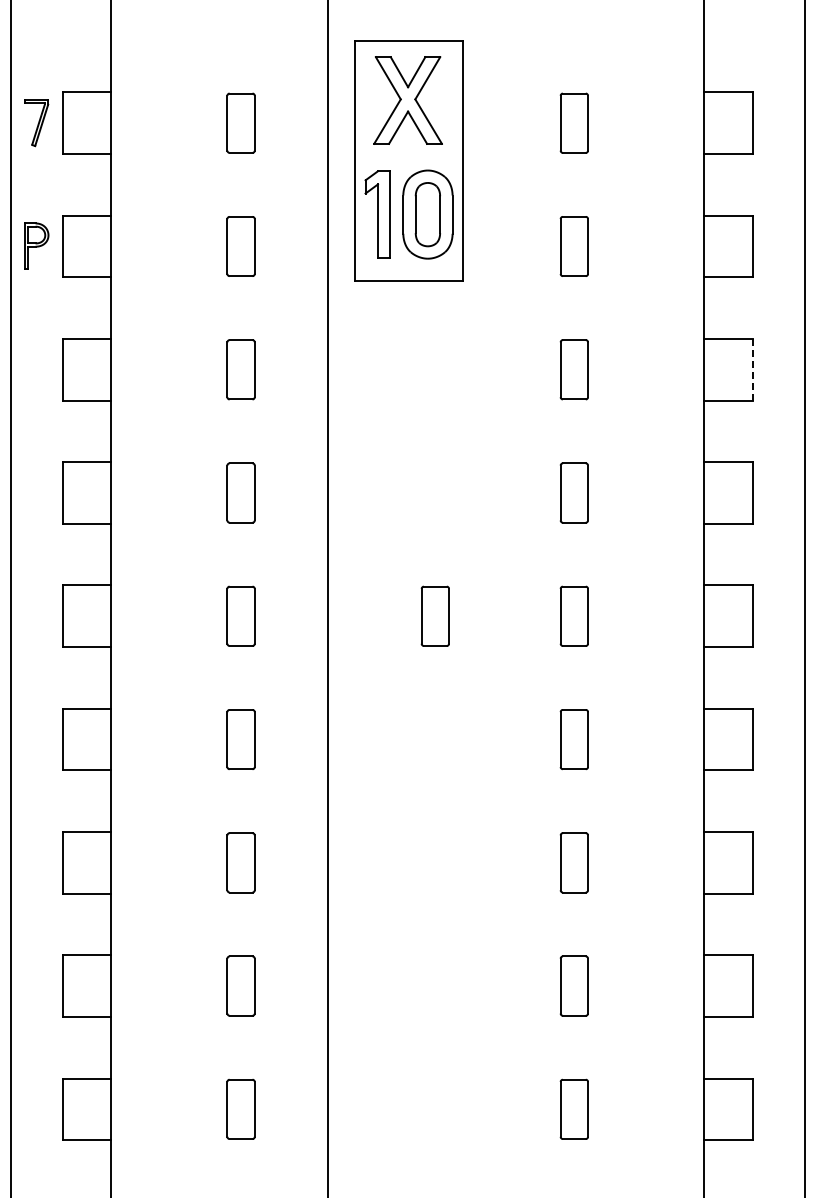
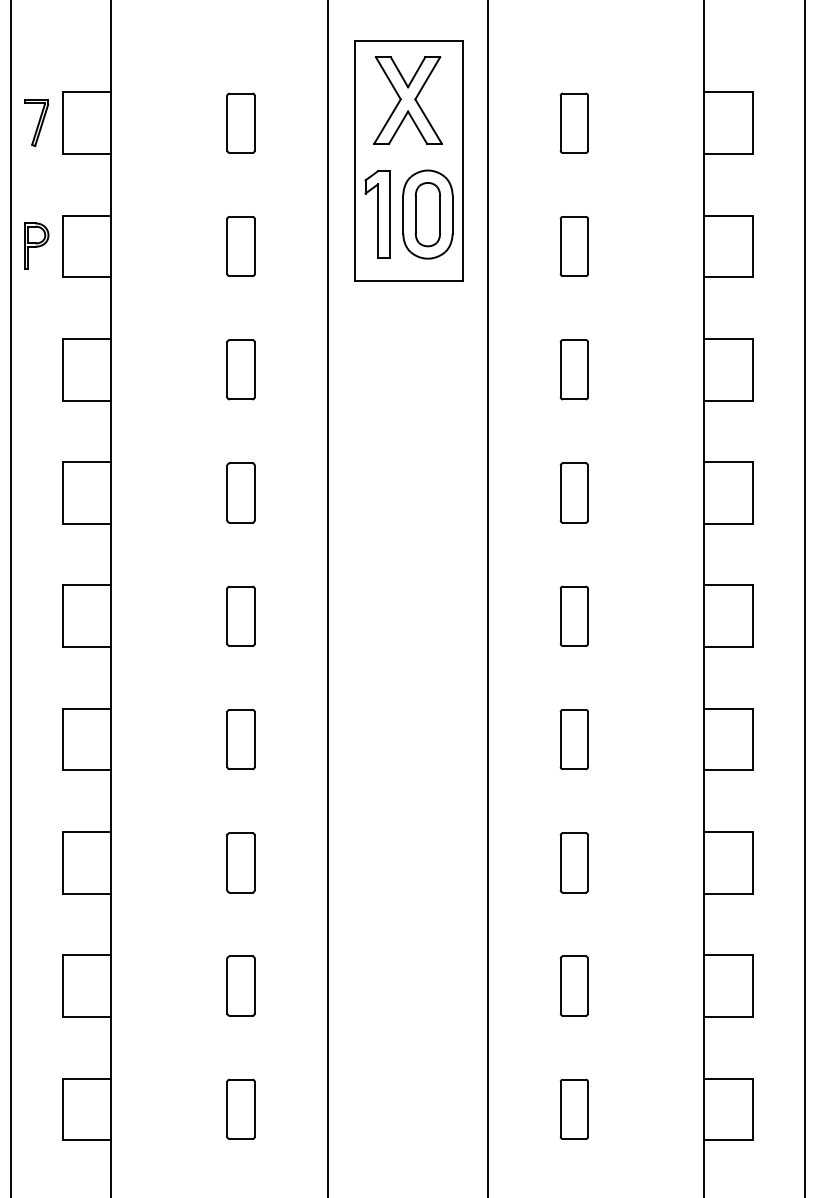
line at (752, 369): dashed -> solid
line at (487, 598): none -> present
part at (434, 615): present -> none
